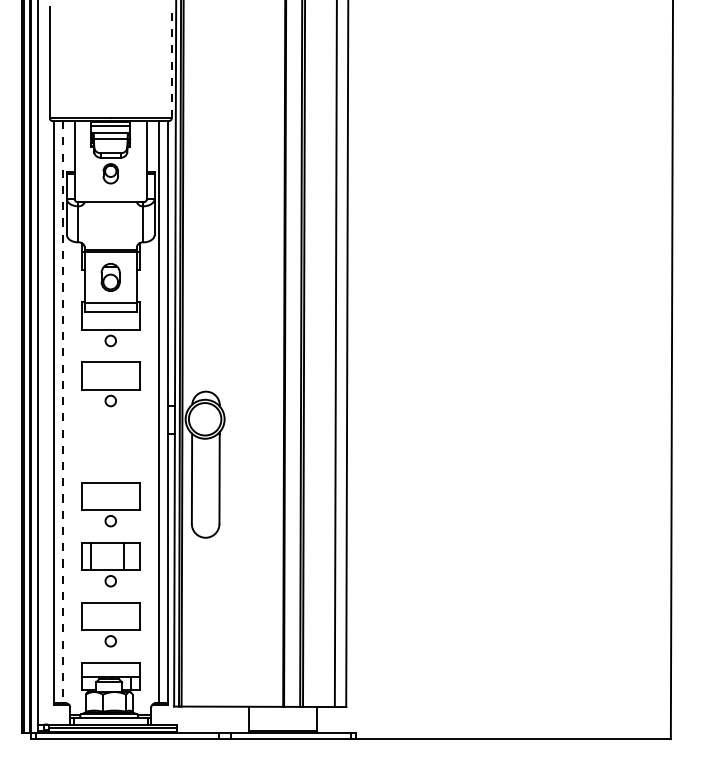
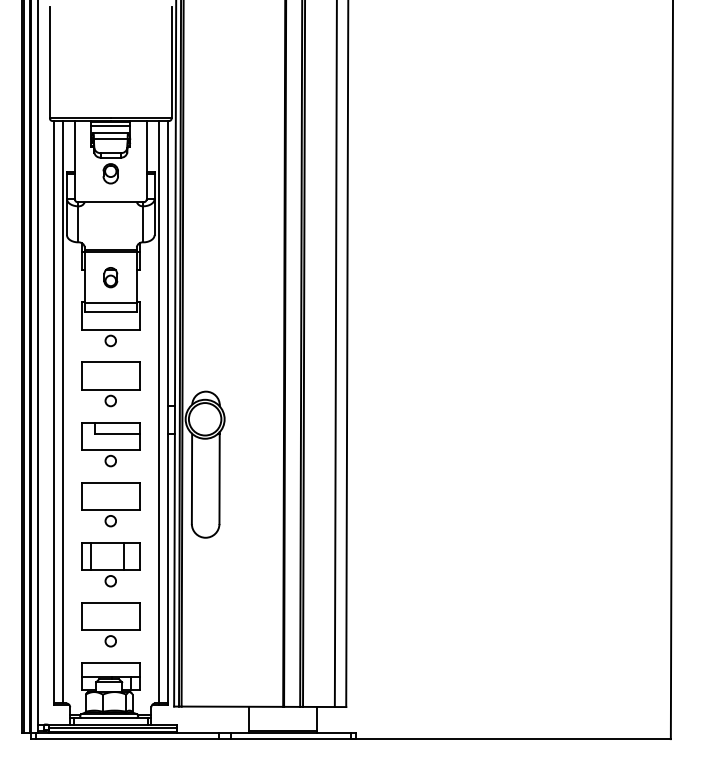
line at (171, 62): dashed -> solid
part at (110, 277) size: 21x29 px -> 16x22 px
line at (63, 412): dashed -> solid
part at (110, 444): none -> present
